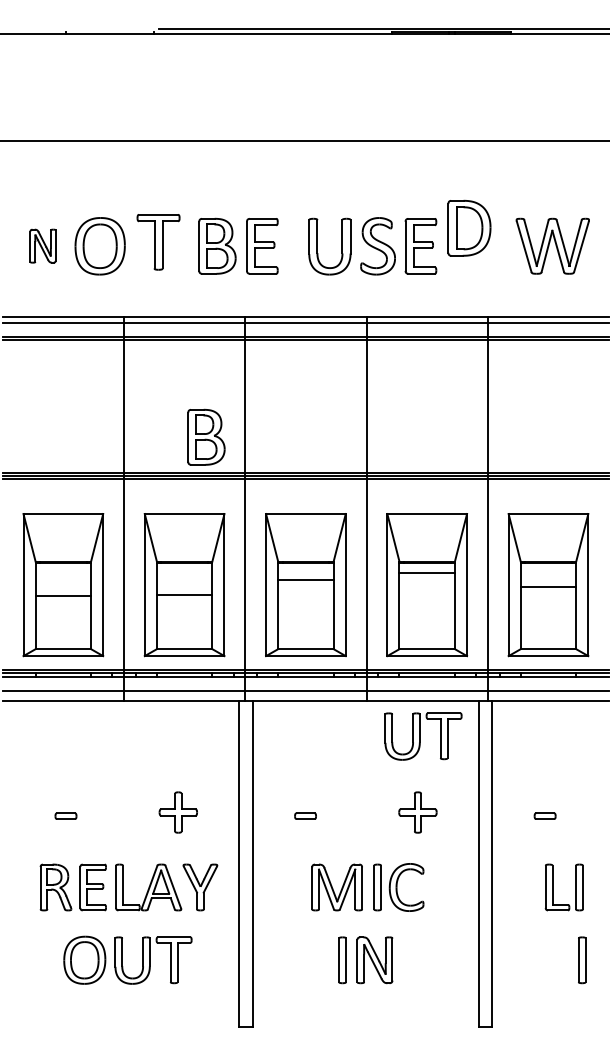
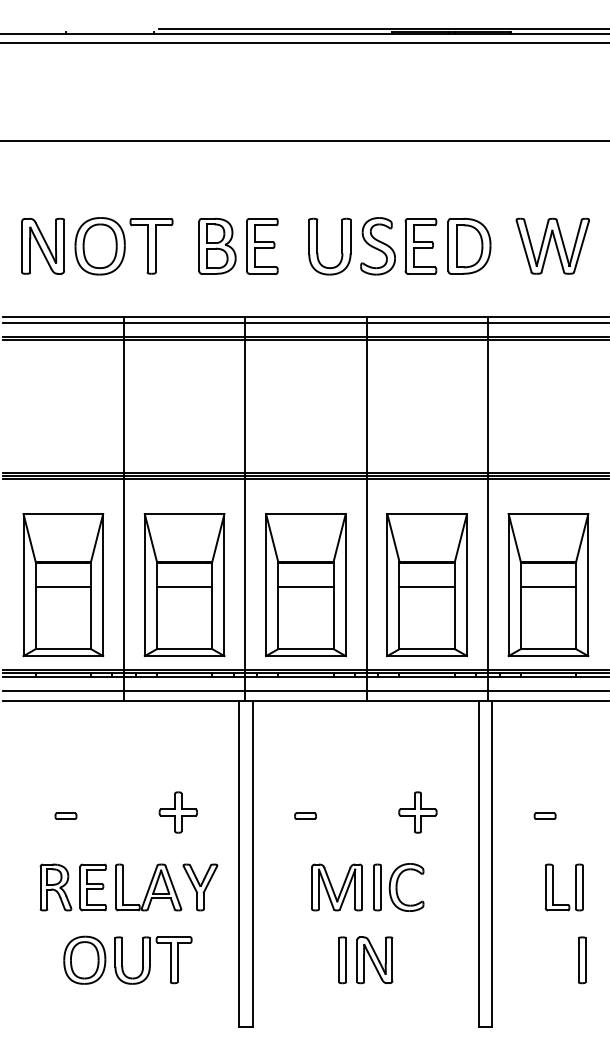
line at (304, 43): none -> present
part at (469, 227) position: (469, 227) -> (469, 245)
part at (158, 242) position: (158, 242) -> (151, 246)
part at (42, 245) size: 28x36 px -> 44x58 px
part at (206, 436): present -> none
line at (426, 572) position: (426, 572) -> (426, 586)
line at (305, 579) position: (305, 579) -> (305, 586)
line at (184, 594) position: (184, 594) -> (184, 586)
line at (63, 595) position: (63, 595) -> (63, 586)
part at (423, 736): present -> none
